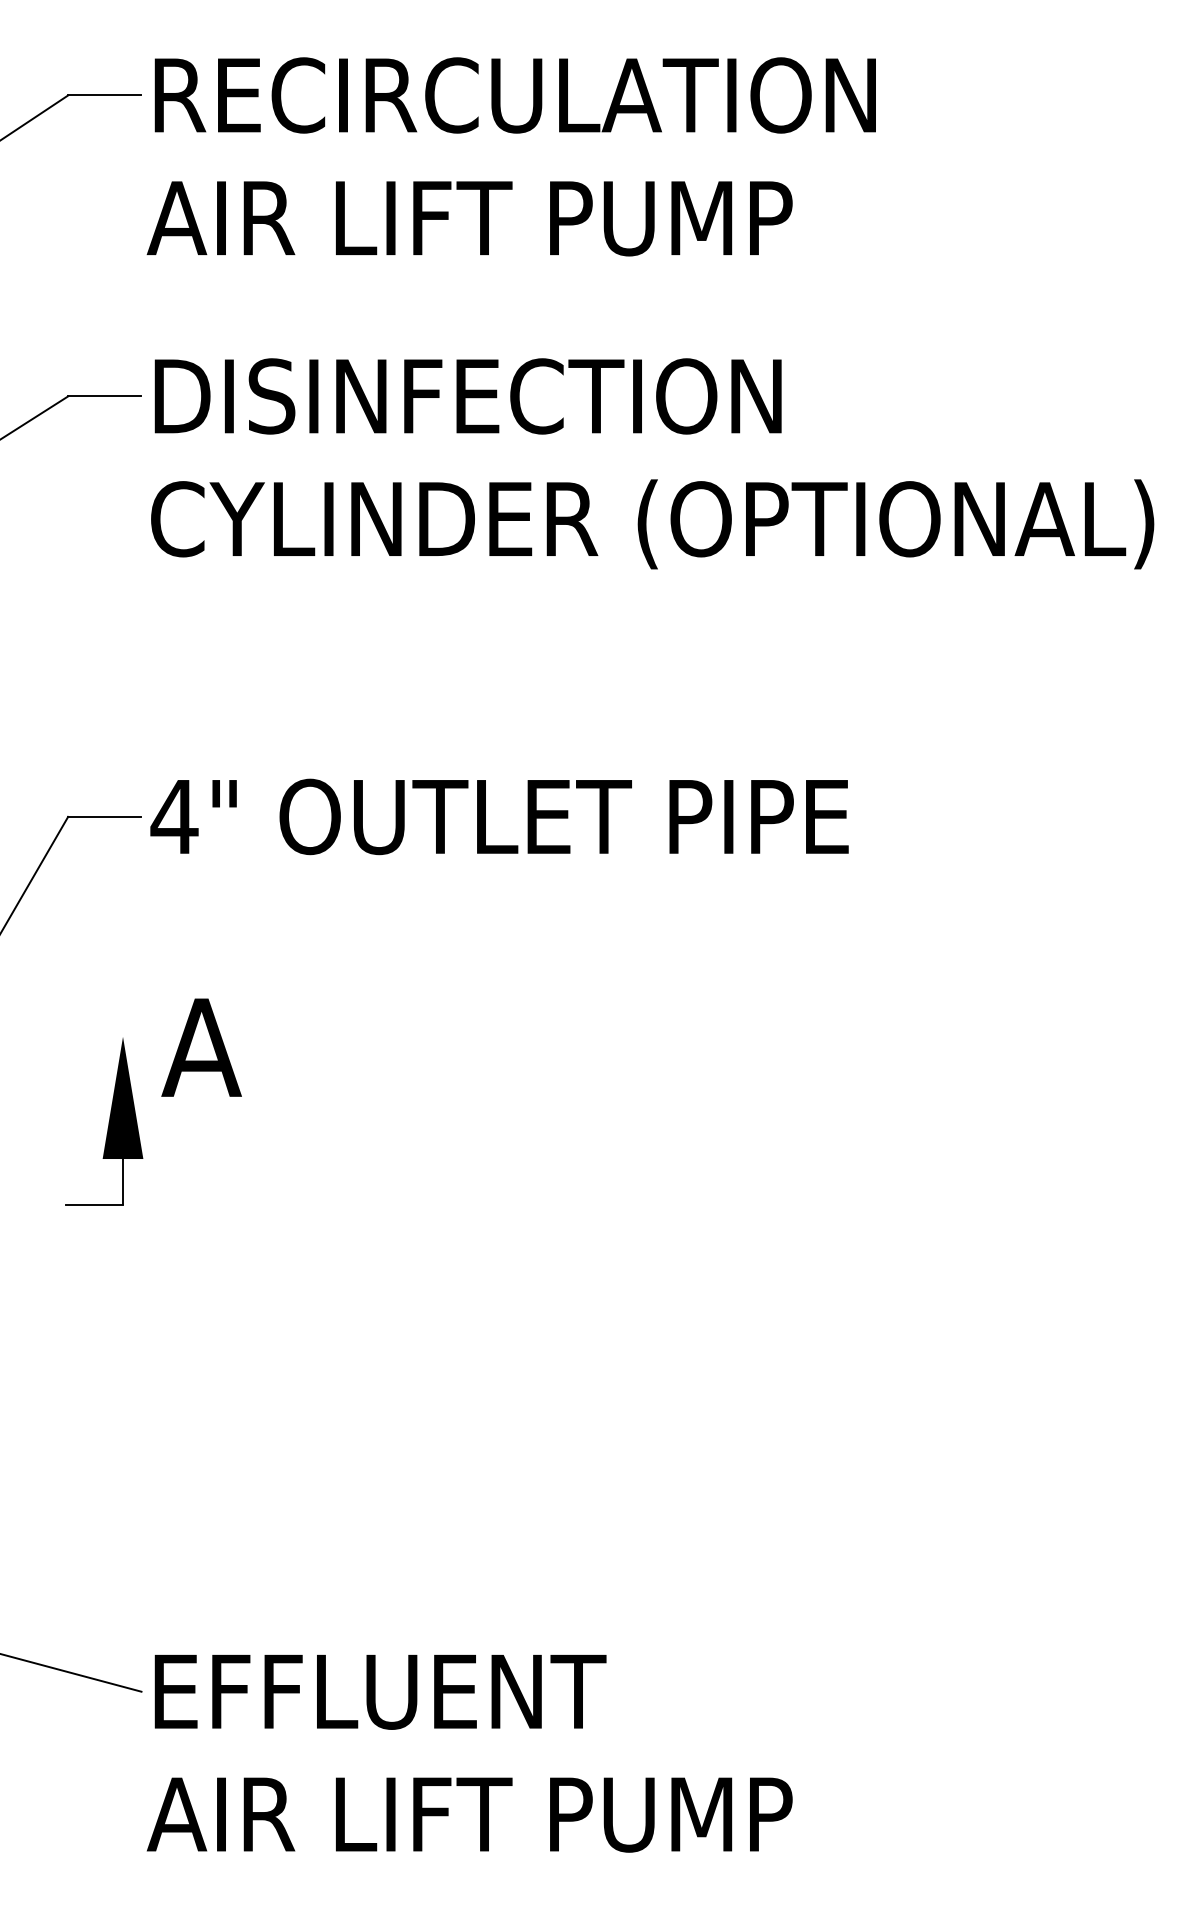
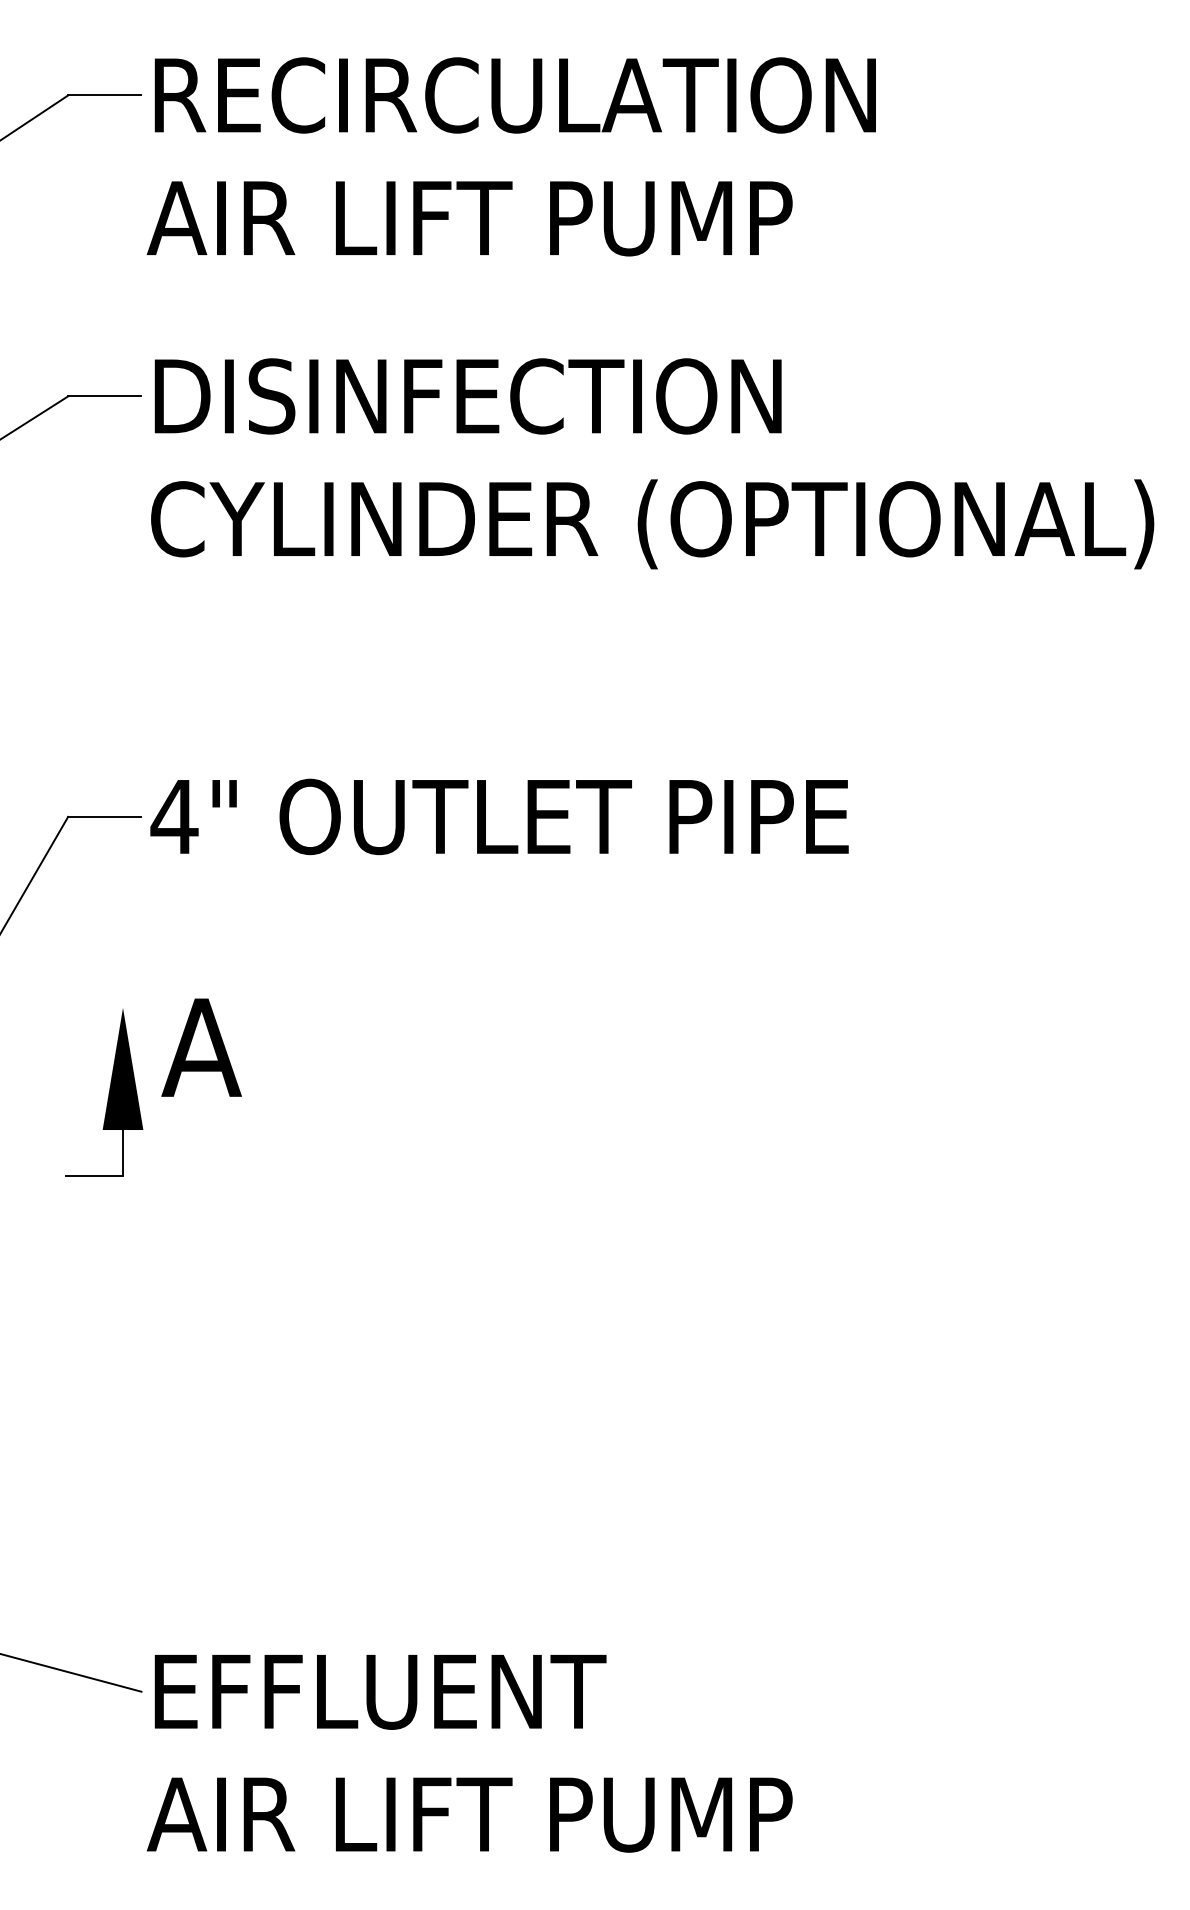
part at (104, 1121) position: (104, 1121) -> (104, 1092)
